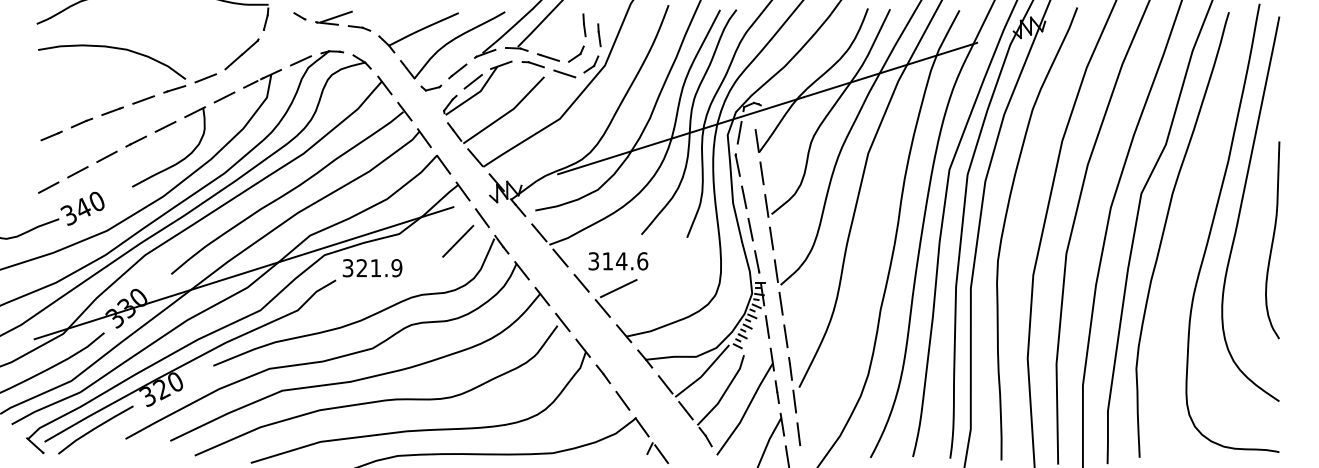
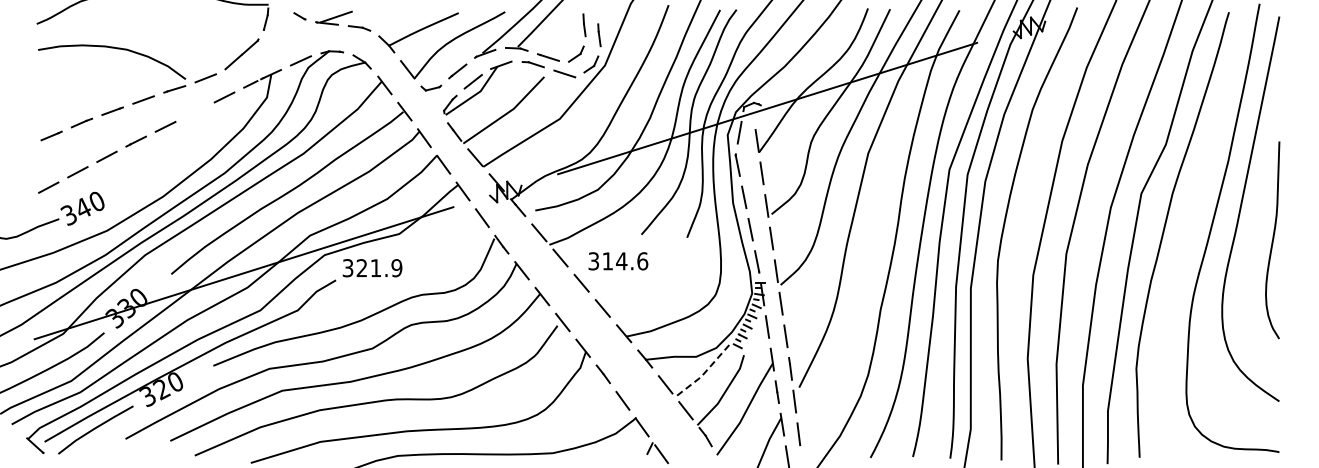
part at (176, 162): present -> none
line at (458, 240): present -> none
line at (618, 288): present -> none
line at (703, 374): solid -> dashed
